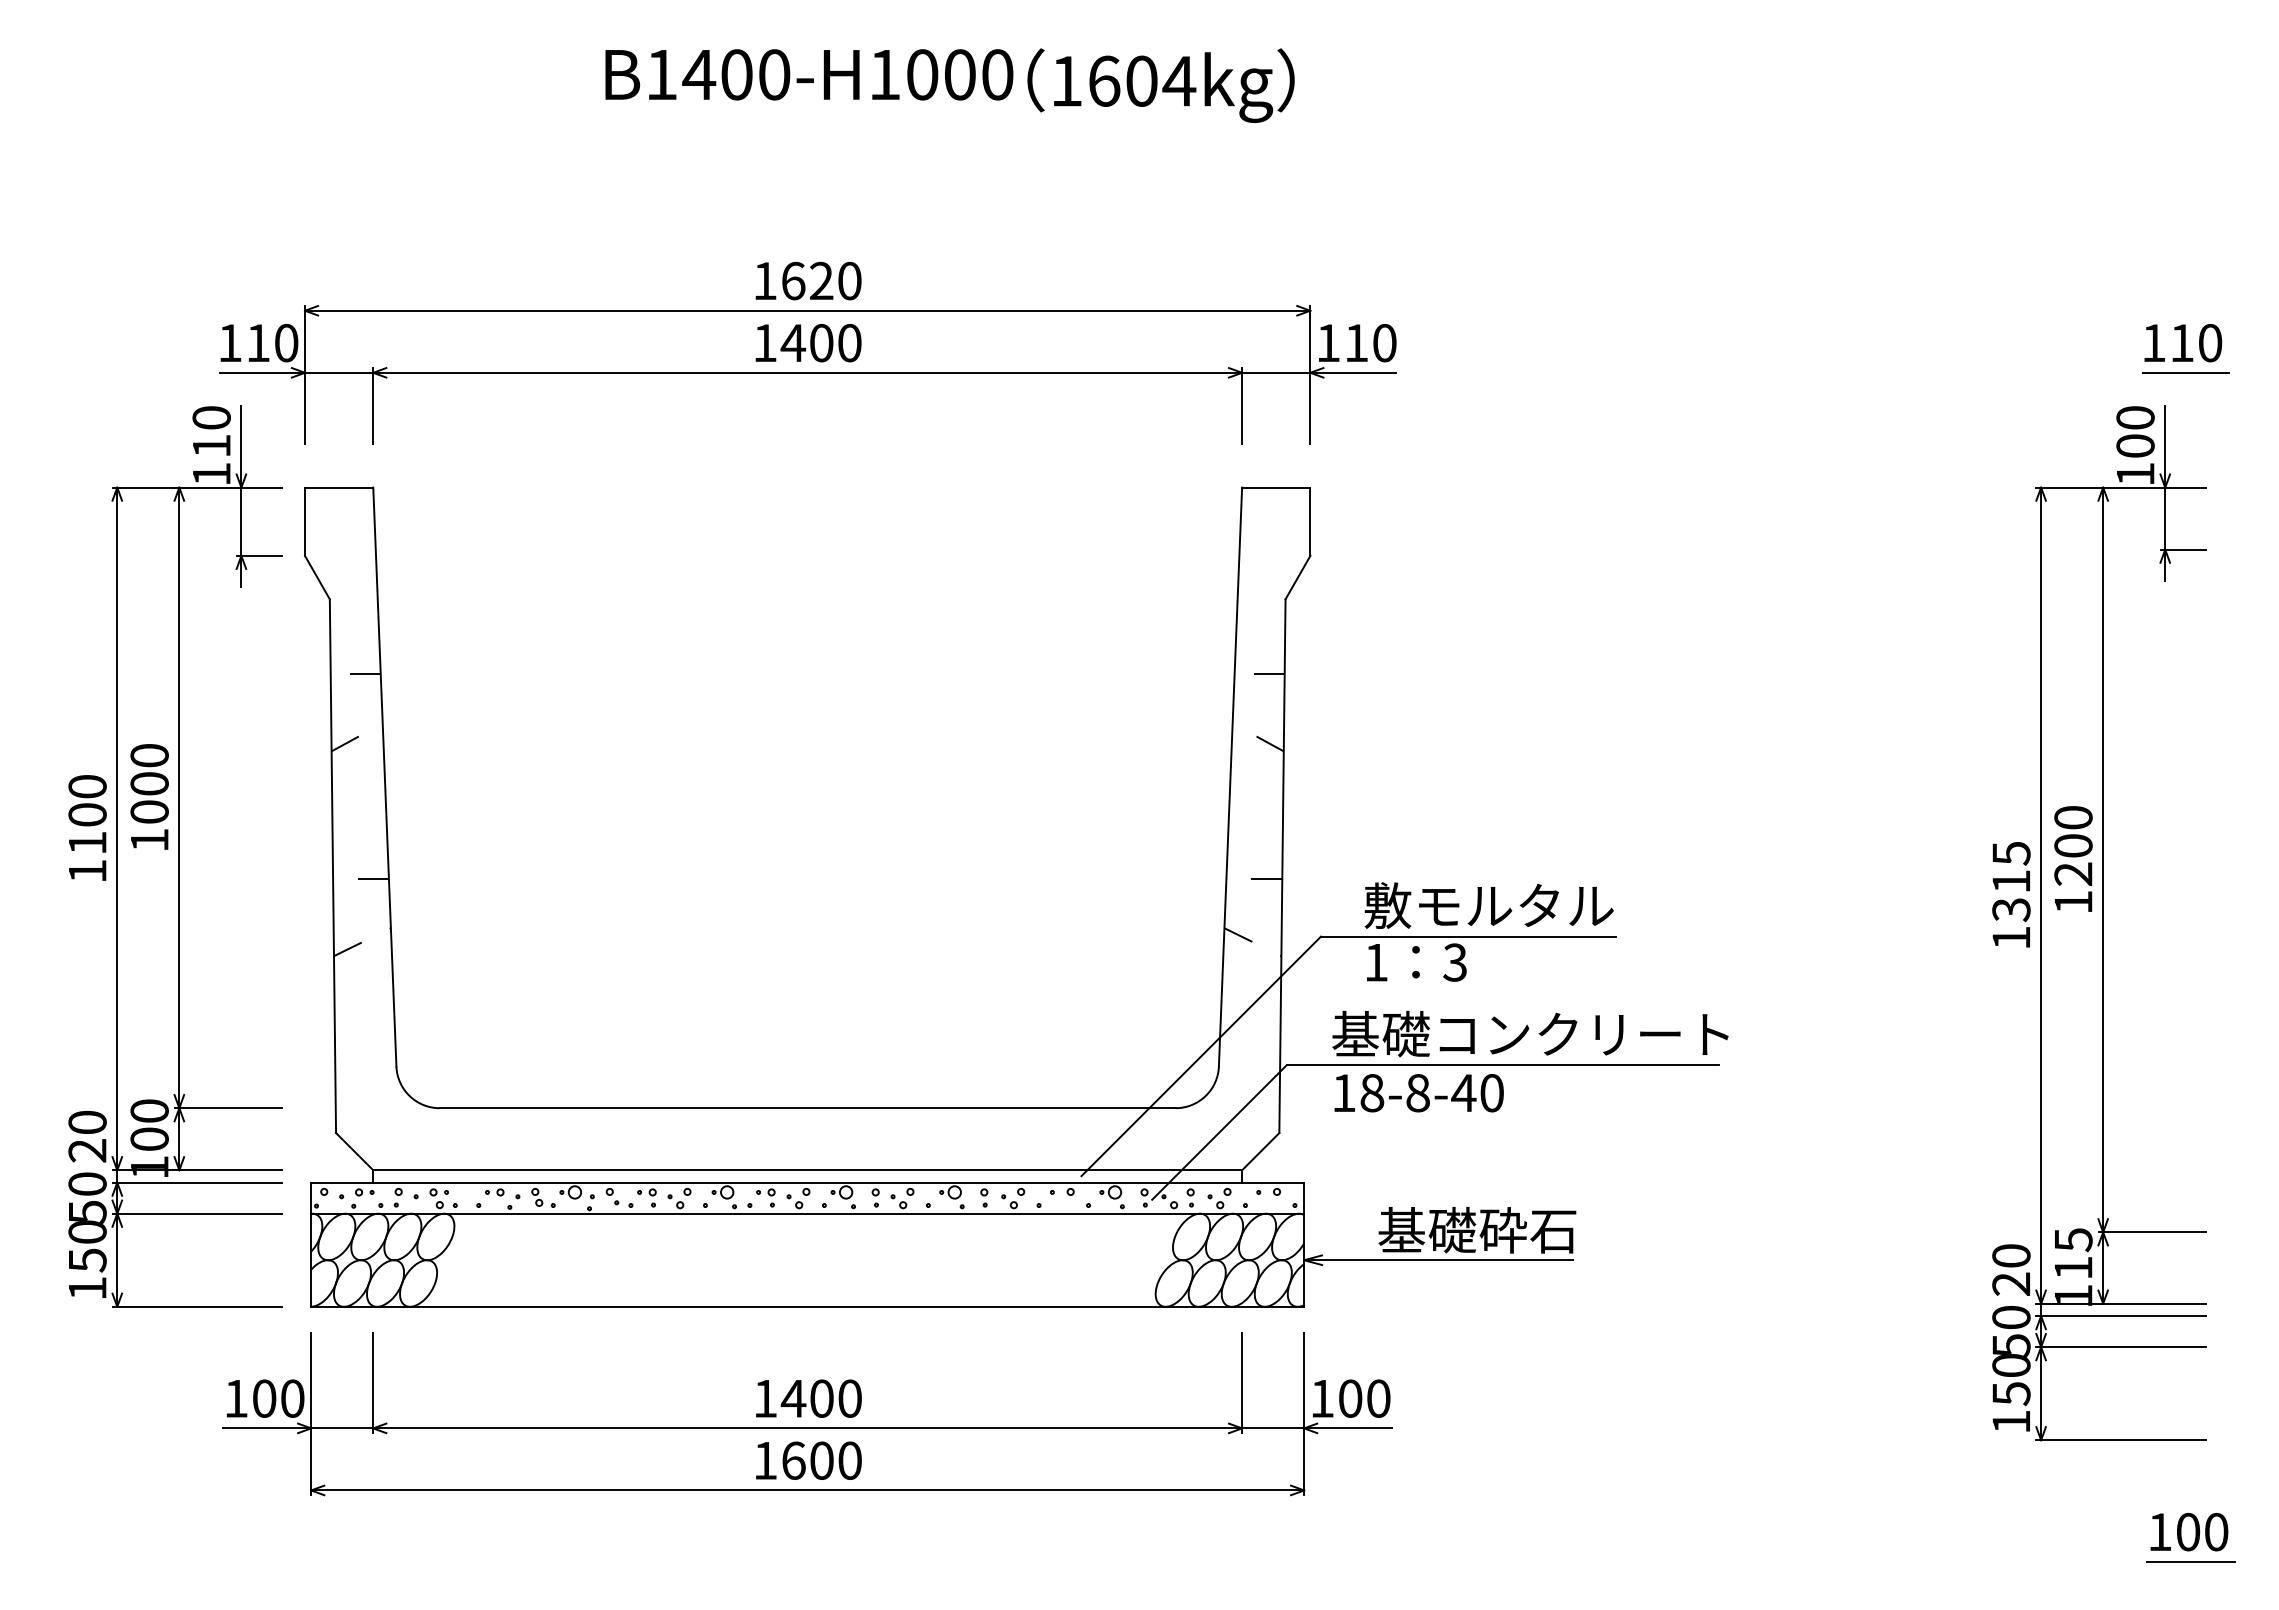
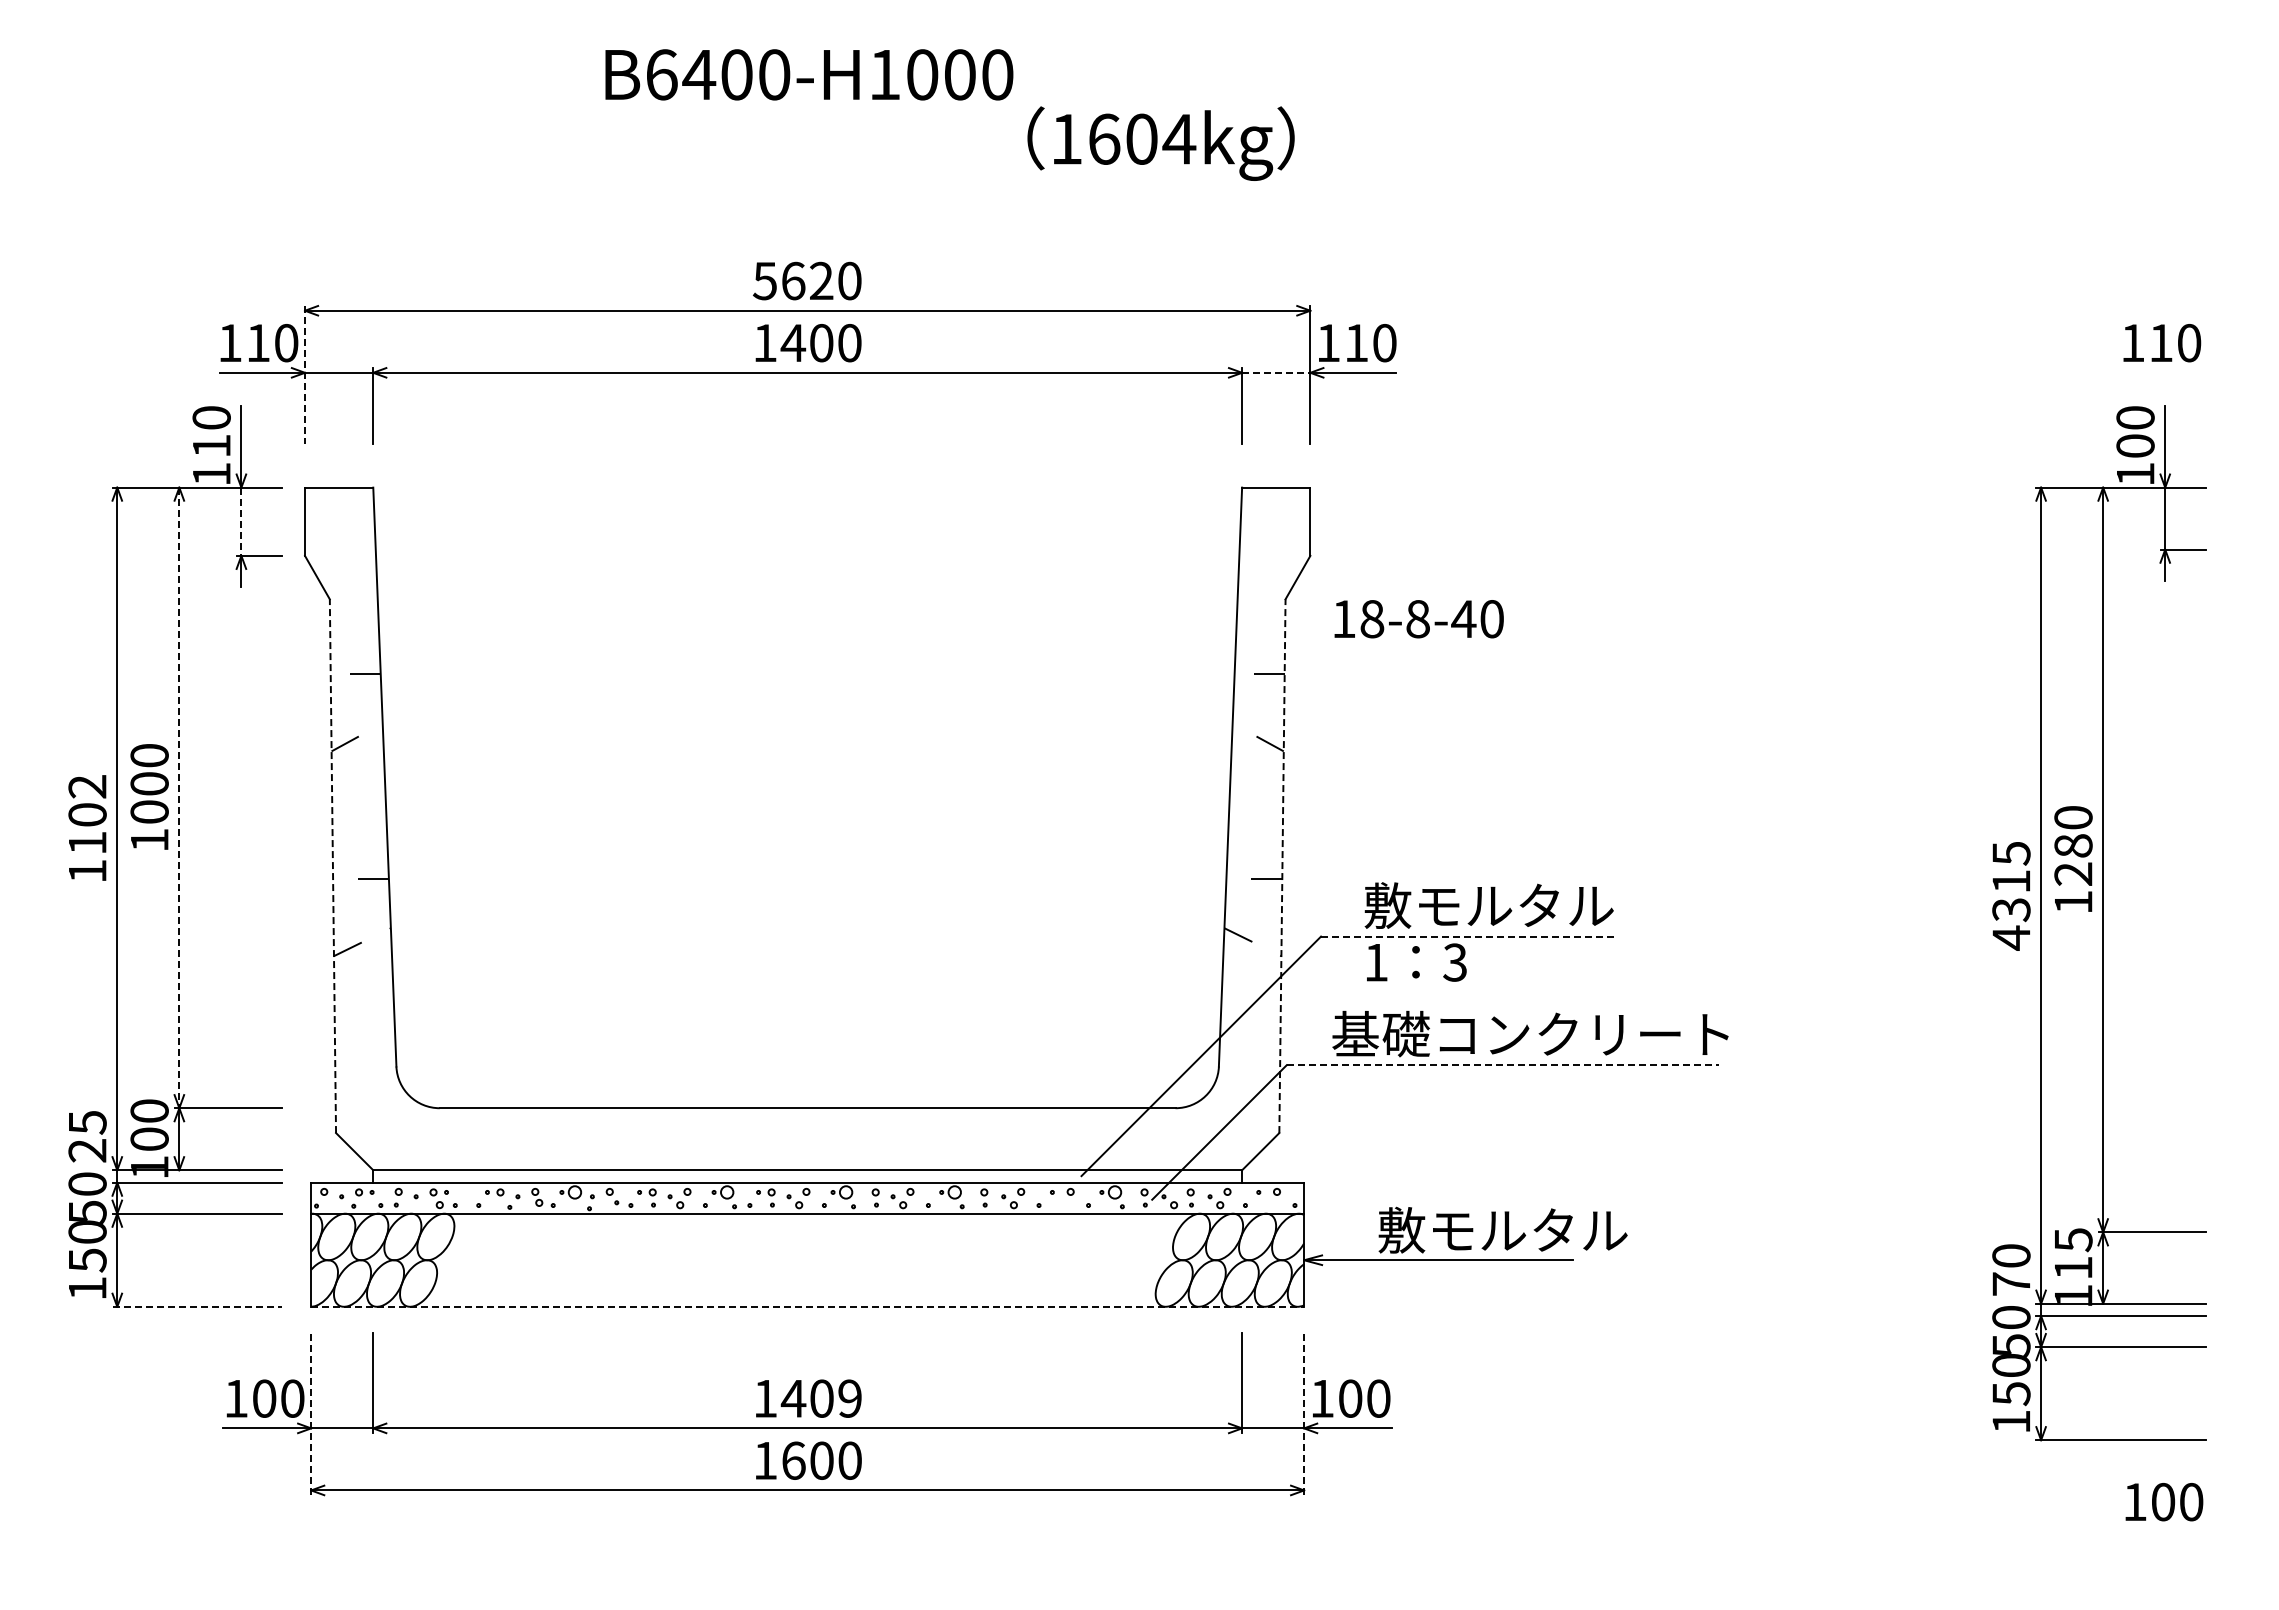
text at (662, 74): B1400-H1000 -> B6400-H1000
text at (1160, 85) position: (1160, 85) -> (1160, 143)
text at (764, 281): 1620 -> 5620
text at (2183, 343) position: (2183, 343) -> (2162, 343)
line at (1276, 372): solid -> dashed
line at (2185, 372): present -> none
line at (305, 375): solid -> dashed
line at (241, 522): solid -> dashed
text at (87, 786): 1100 -> 1102
line at (179, 798): solid -> dashed
text at (2073, 845): 1200 -> 1280
line at (332, 866): solid -> dashed
line at (1282, 866): solid -> dashed
line at (1469, 936): solid -> dashed
text at (2011, 937): 1315 -> 4315
line at (1503, 1065): solid -> dashed
text at (1418, 1093) position: (1418, 1093) -> (1418, 619)
text at (87, 1122): 20 -> 25
text at (1502, 1229): 基礎砕石 -> 敷モルタル
text at (2011, 1283): 20 -> 70
line at (197, 1306): solid -> dashed
line at (808, 1306): solid -> dashed
text at (849, 1398): 1400 -> 1409
line at (311, 1413): solid -> dashed
line at (1304, 1413): solid -> dashed
text at (2189, 1532) position: (2189, 1532) -> (2164, 1502)
line at (2191, 1561): present -> none
